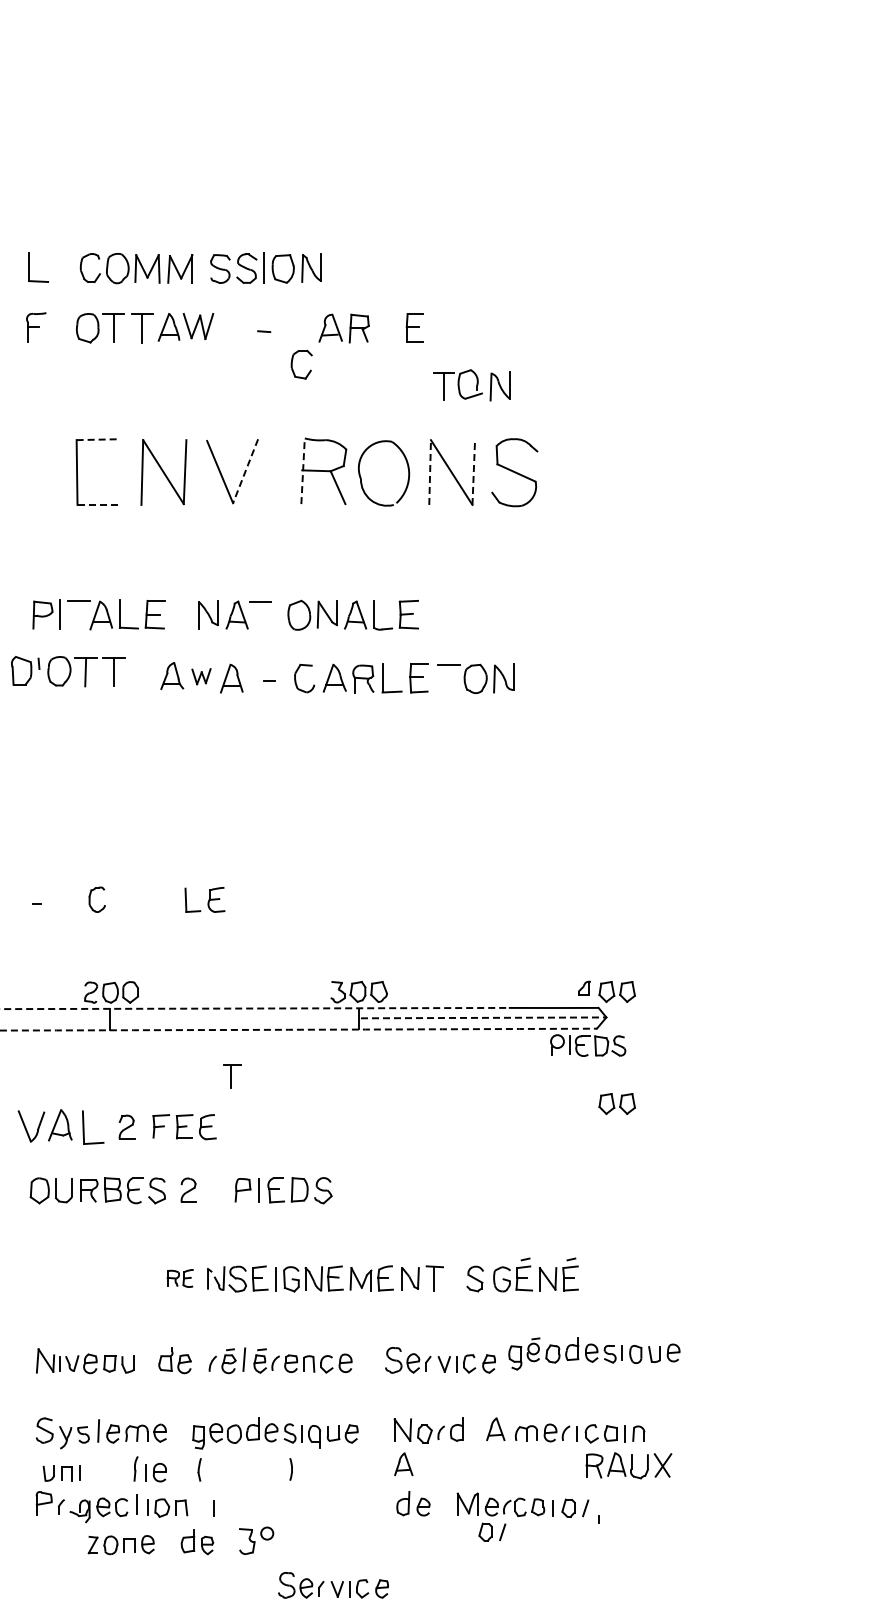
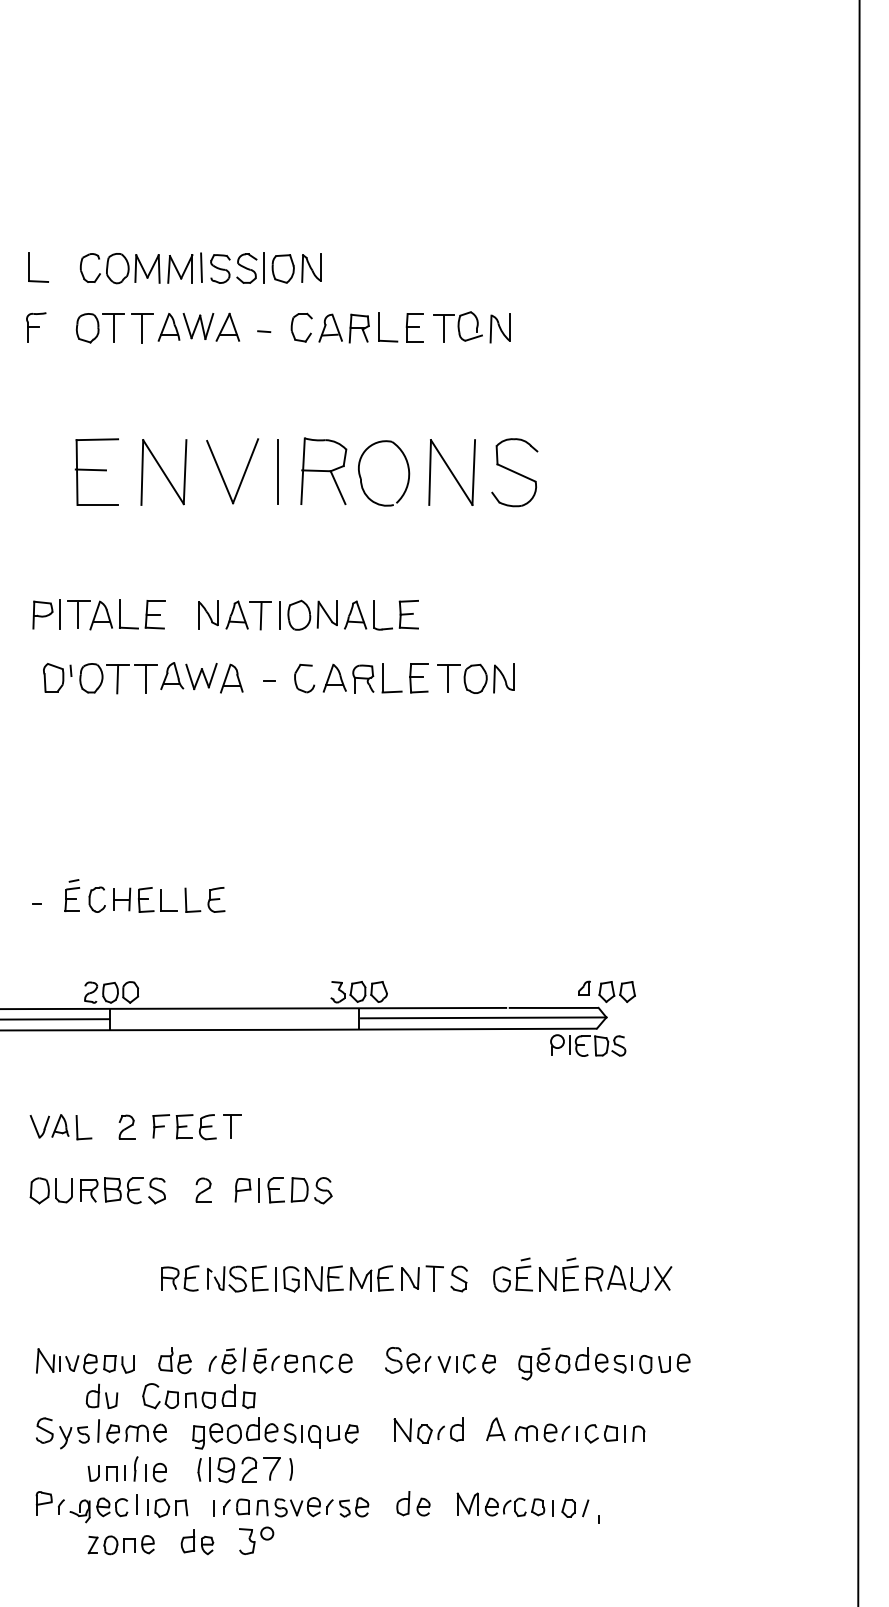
line at (201, 267): none -> present
part at (227, 326): none -> present
part at (379, 327): none -> present
part at (292, 364) position: (292, 364) -> (292, 327)
part at (471, 385) position: (471, 385) -> (471, 327)
line at (97, 439): dashed -> solid
line at (90, 469): none -> present
line at (245, 471): dashed -> solid
line at (303, 471): dashed -> solid
line at (278, 472): none -> present
line at (430, 472): dashed -> solid
line at (473, 472): dashed -> solid
line at (97, 504): dashed -> solid
line at (78, 614): none -> present
line at (260, 615): none -> present
line at (279, 615): none -> present
part at (68, 671) position: (68, 671) -> (100, 678)
part at (201, 676) size: 21x18 px -> 33x28 px
line at (448, 678): none -> present
line at (858, 802): none -> present
part at (72, 895): none -> present
part at (145, 899): none -> present
line at (253, 1008): dashed -> solid
line at (483, 1017): dashed -> solid
line at (55, 1019): none -> present
arc at (298, 1029): dashed -> solid
part at (232, 1076) position: (232, 1076) -> (232, 1126)
part at (616, 1104): present -> none
part at (60, 1126) size: 88x36 px -> 64x27 px
part at (188, 1189) position: (188, 1189) -> (203, 1189)
part at (179, 1278) size: 28x19 px -> 39x27 px
part at (474, 1278) position: (474, 1278) -> (458, 1278)
part at (594, 1353) position: (594, 1353) -> (604, 1363)
part at (102, 1395): none -> present
part at (198, 1396): none -> present
part at (403, 1464): present -> none
part at (628, 1465) position: (628, 1465) -> (628, 1278)
part at (244, 1469): none -> present
part at (61, 1473) position: (61, 1473) -> (106, 1473)
part at (296, 1507): none -> present
part at (492, 1531): present -> none
part at (333, 1585): present -> none
